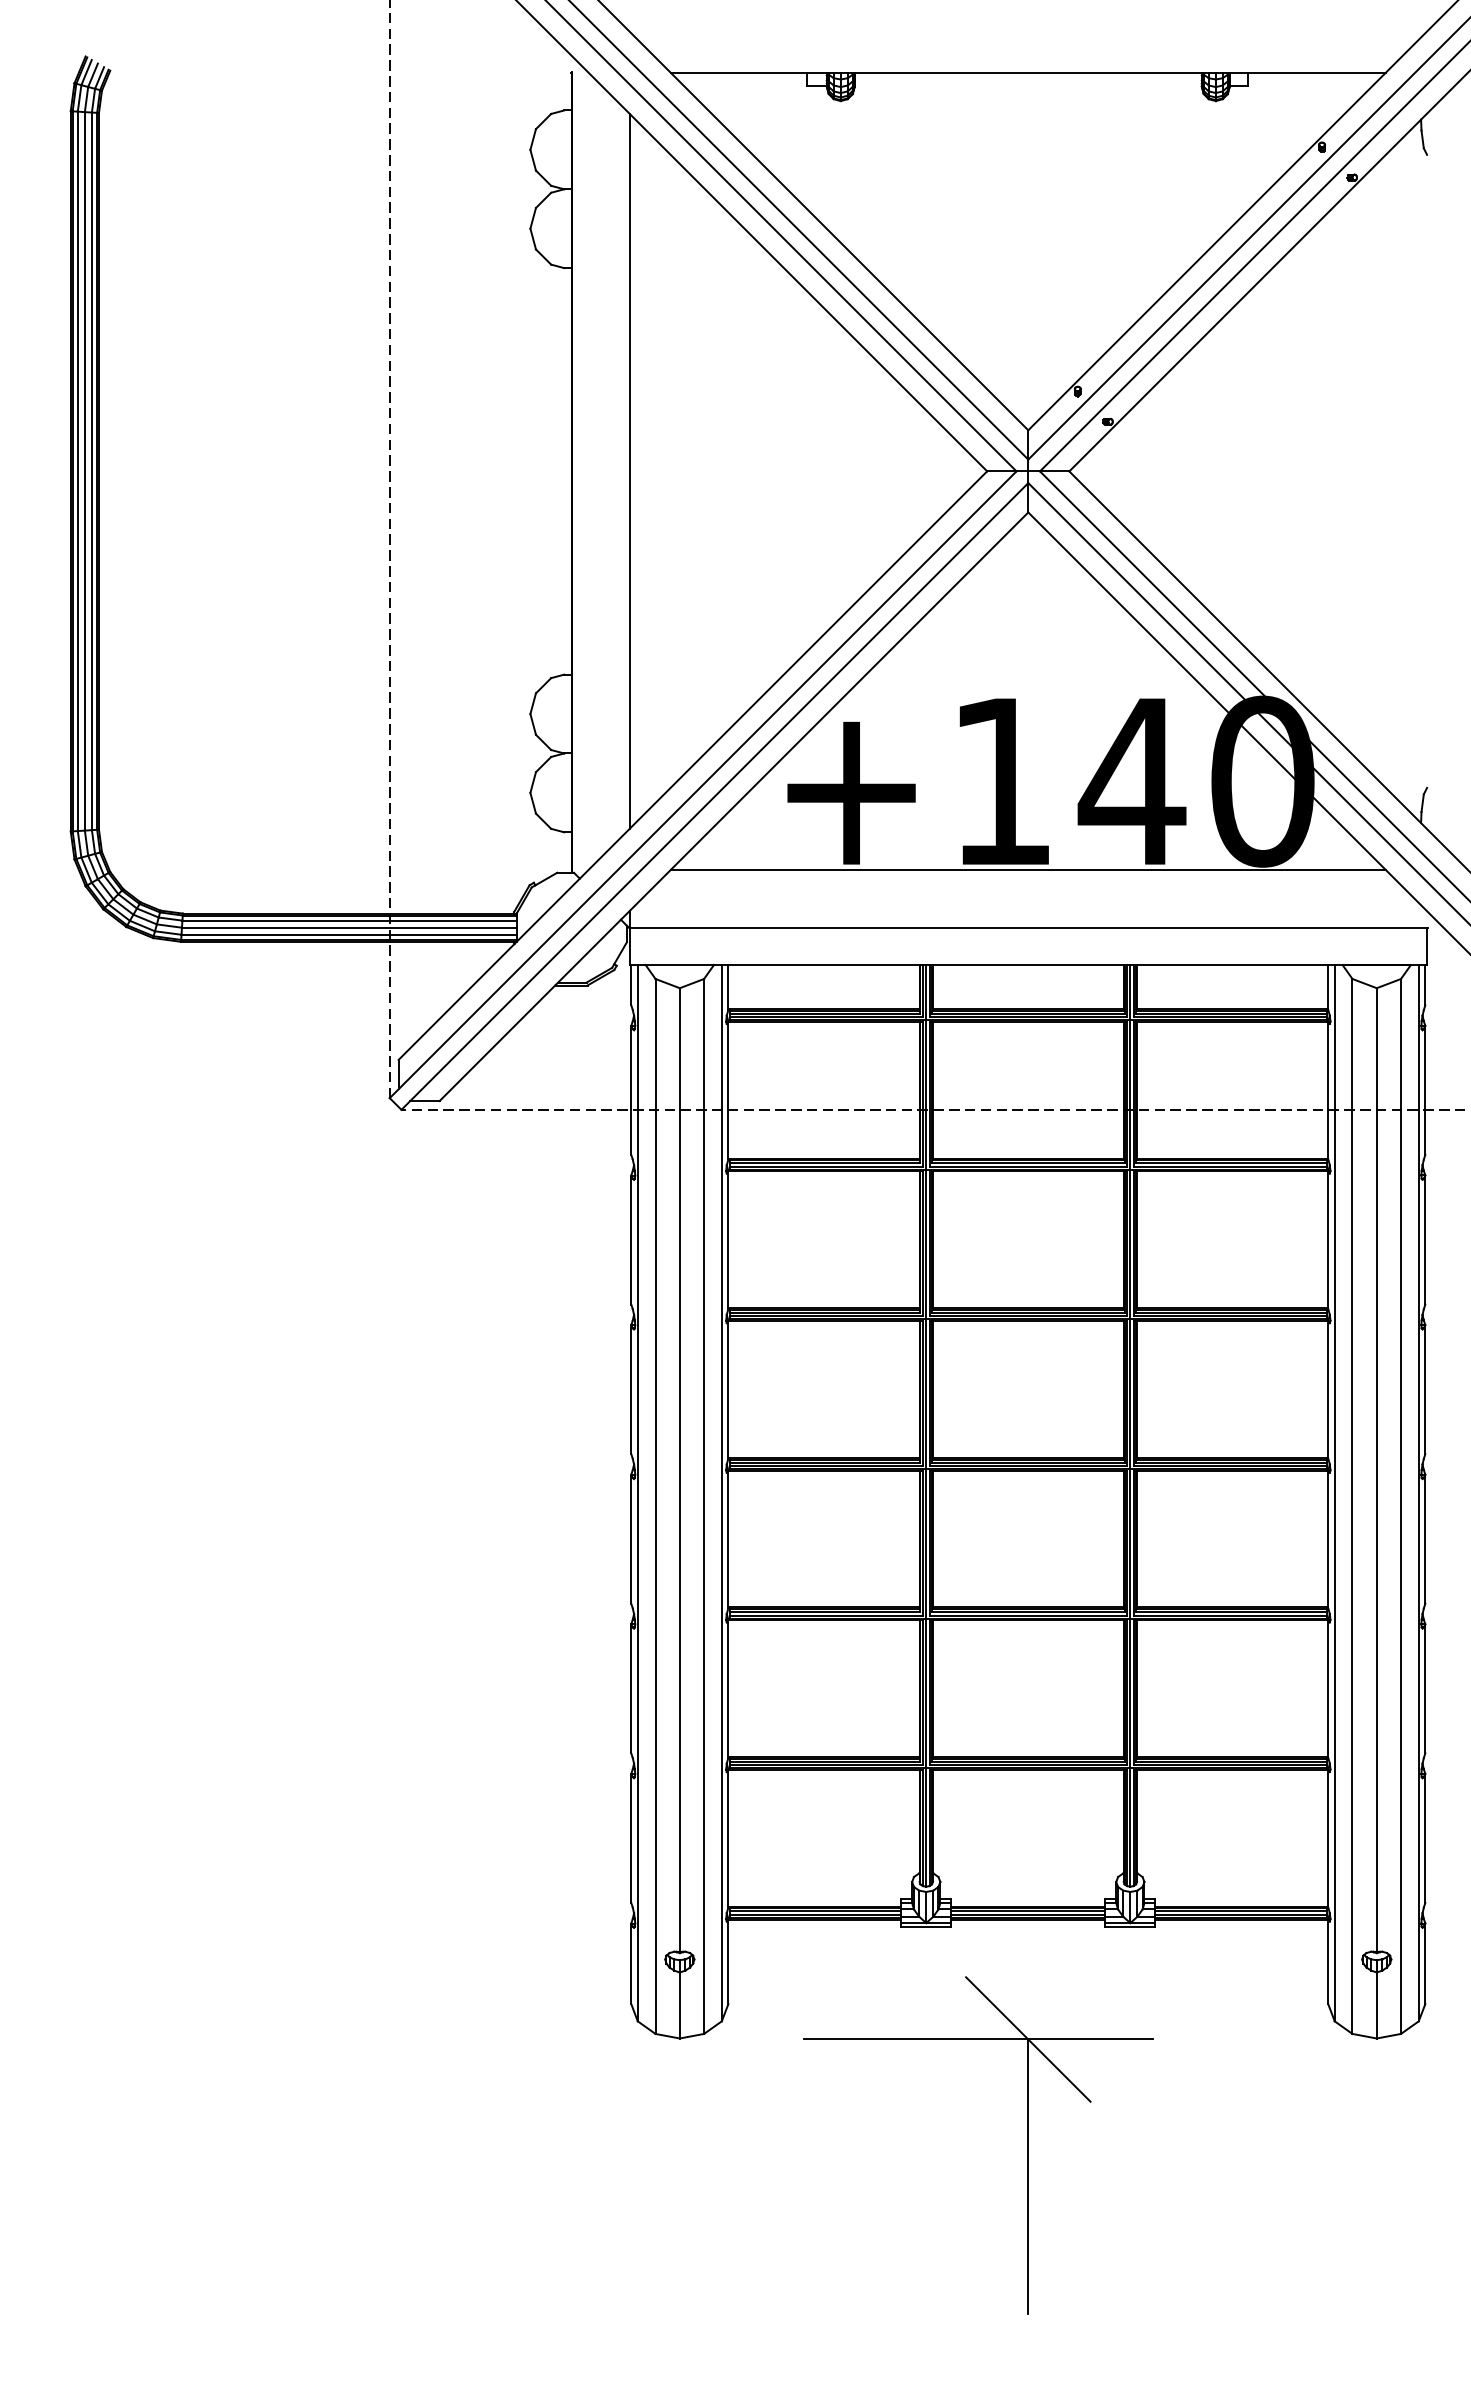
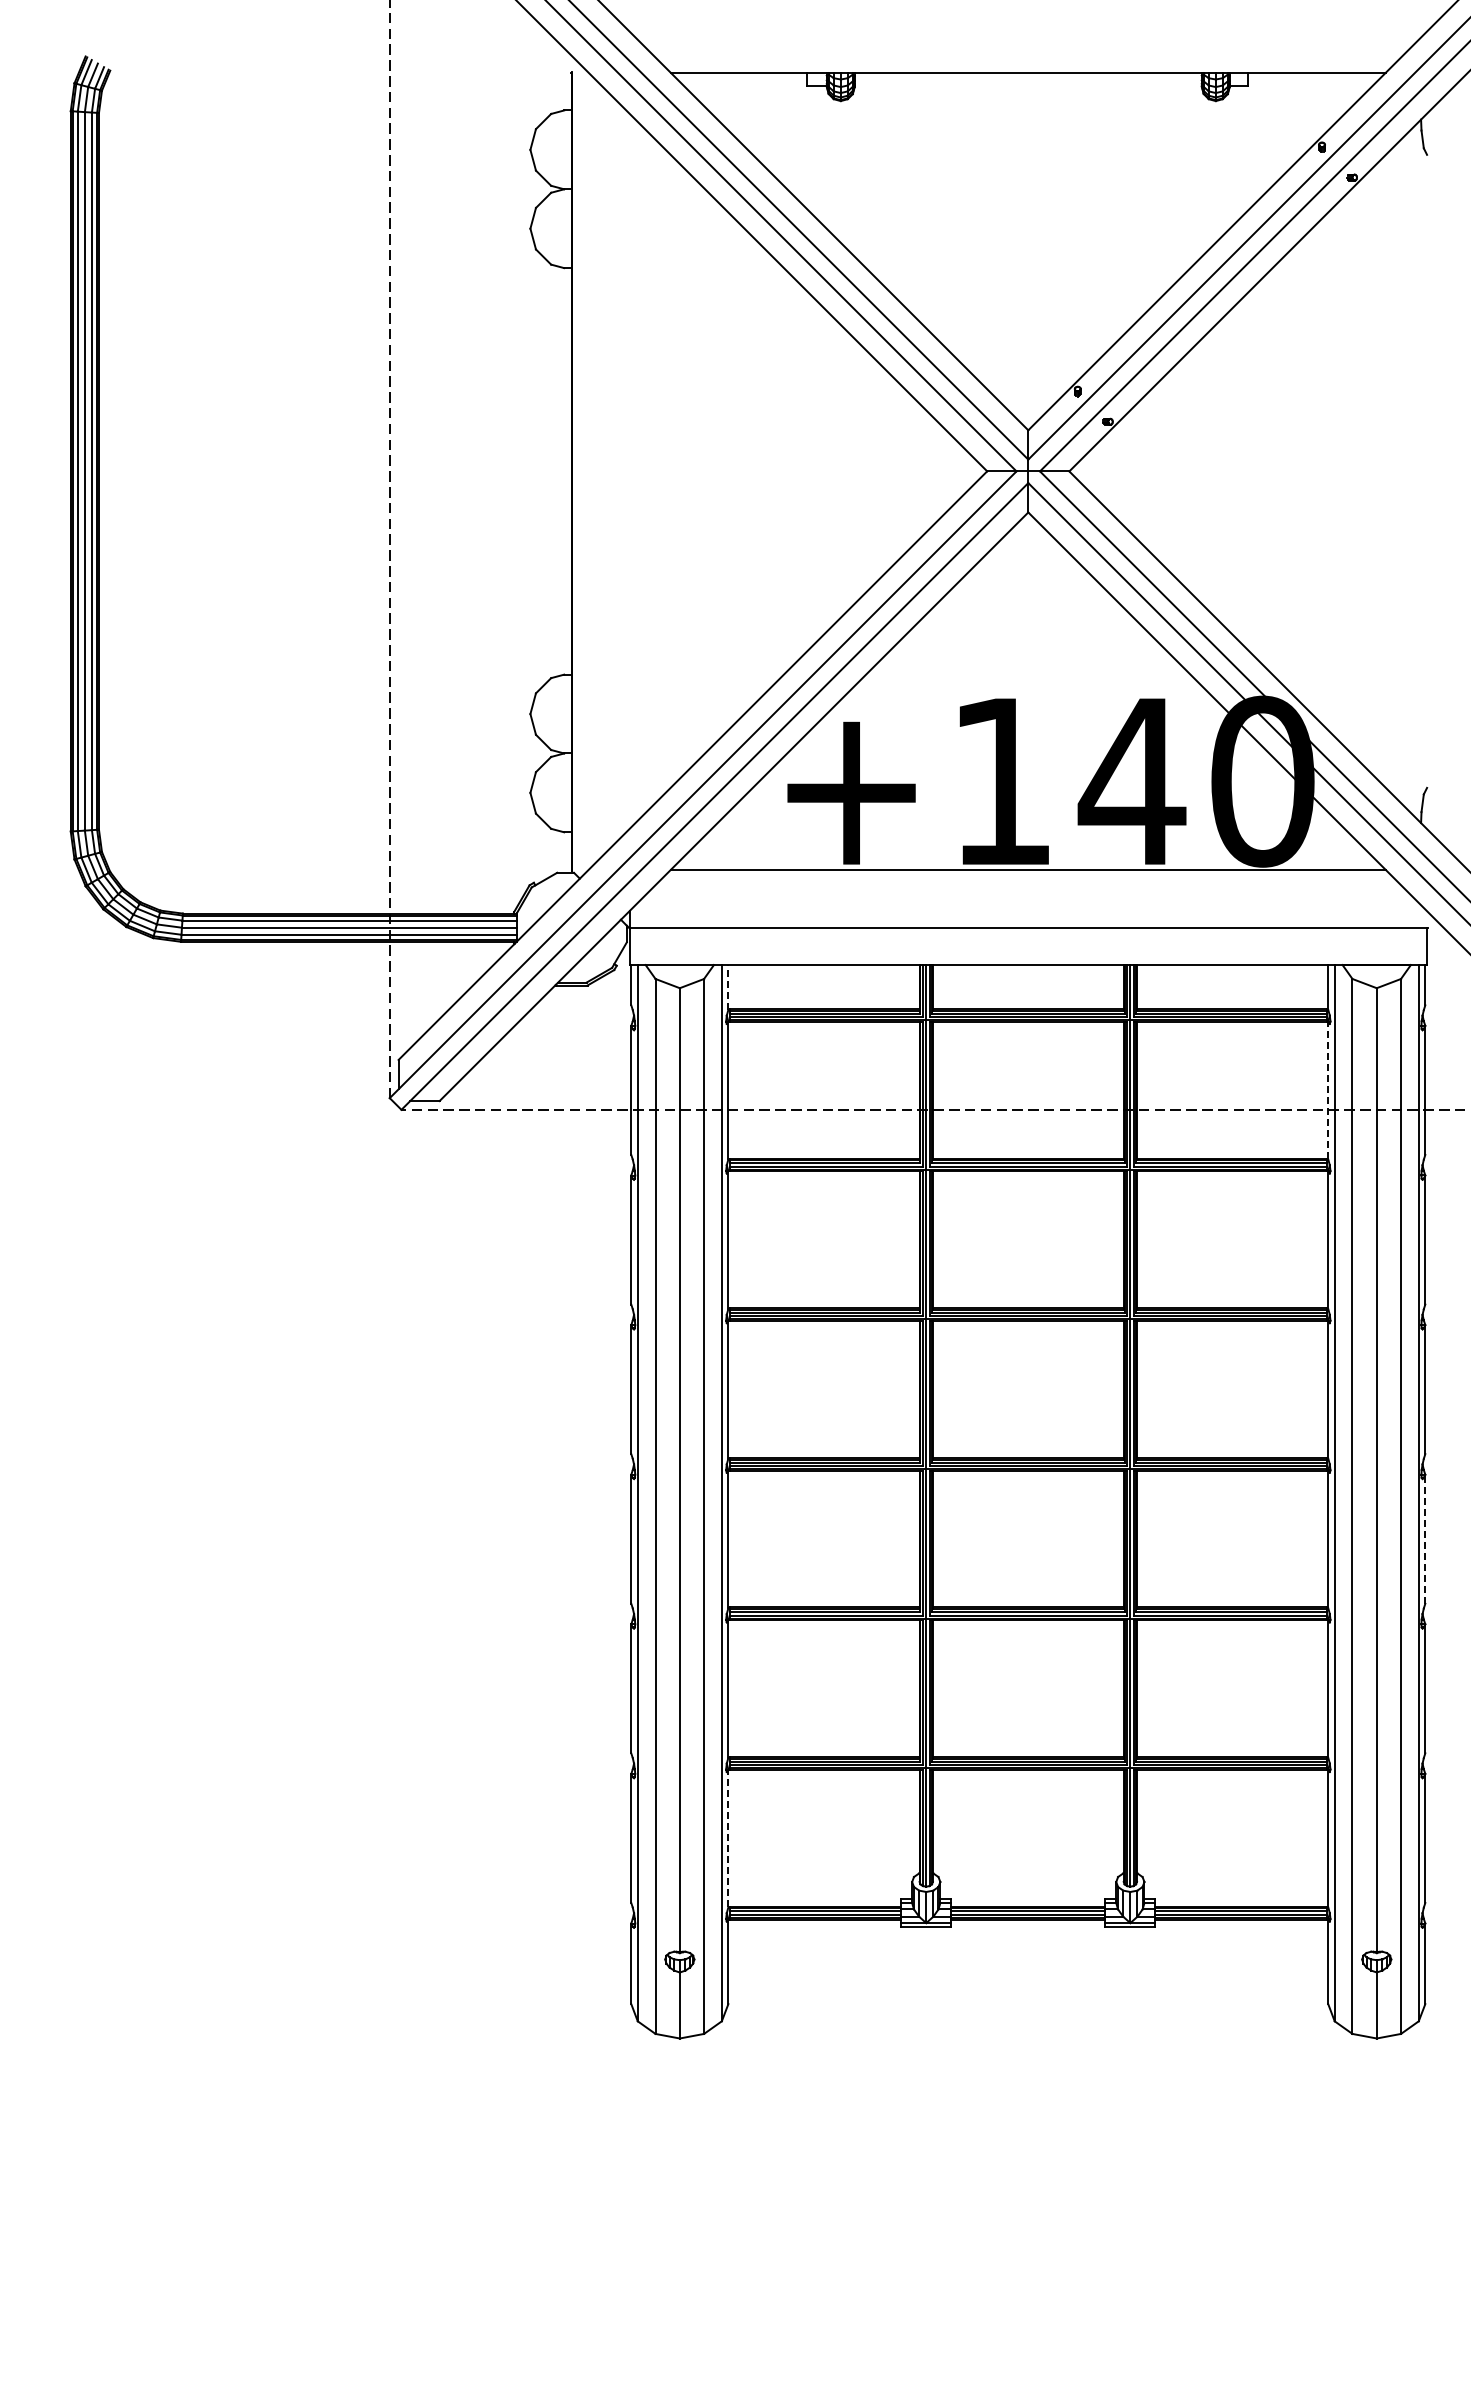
line at (629, 471): present -> none
line at (728, 986): solid -> dashed
line at (1328, 1090): solid -> dashed
line at (1425, 1539): solid -> dashed
line at (728, 1838): solid -> dashed
part at (1027, 2145): present -> none
